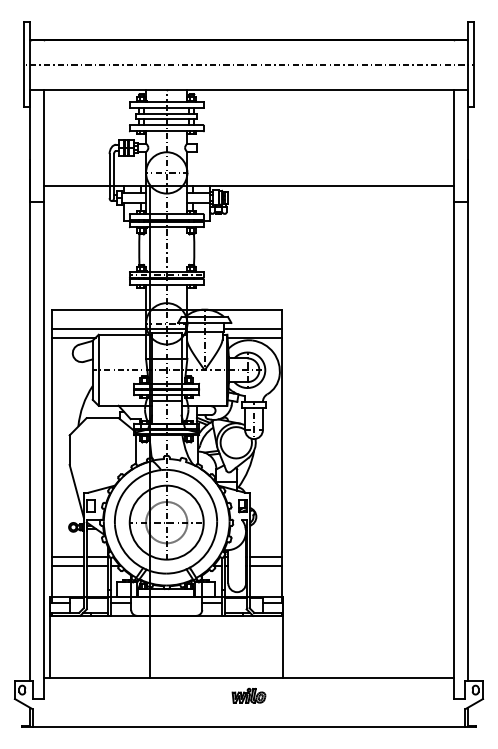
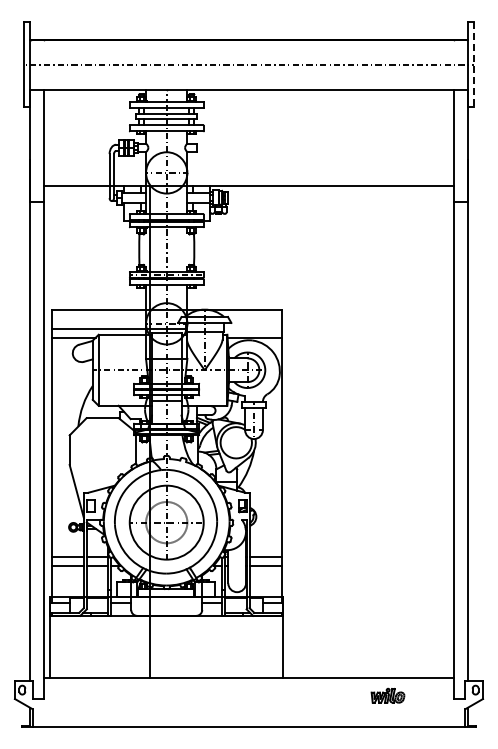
line at (474, 65): solid -> dashed
line at (252, 328): present -> none
part at (248, 695) position: (248, 695) -> (387, 695)
